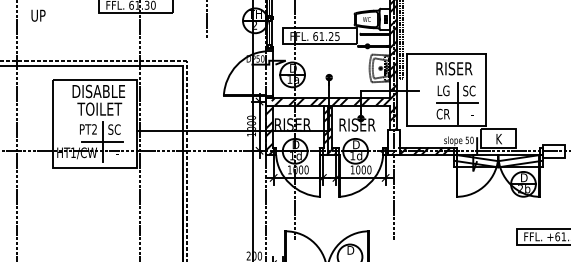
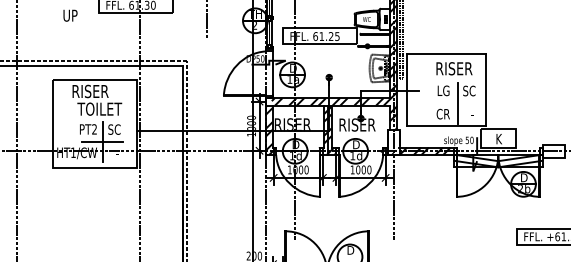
text at (38, 15) position: (38, 15) -> (70, 15)
text at (99, 91): DISABLE -> RISER
line at (457, 103): present -> none
